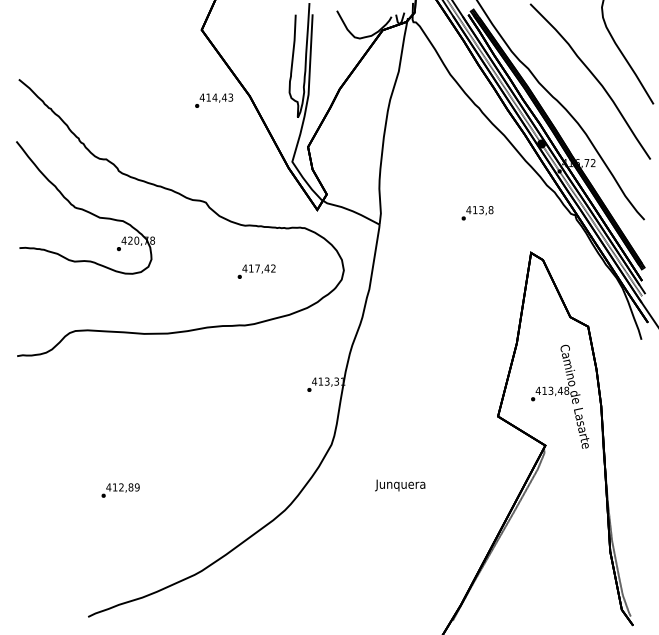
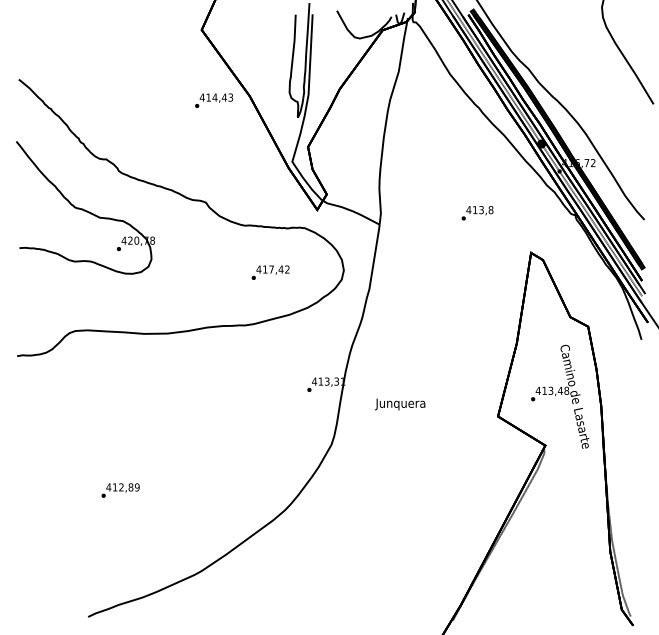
curve at (594, 78): present -> none
text at (256, 271) position: (256, 271) -> (270, 272)
text at (400, 485) position: (400, 485) -> (400, 404)
